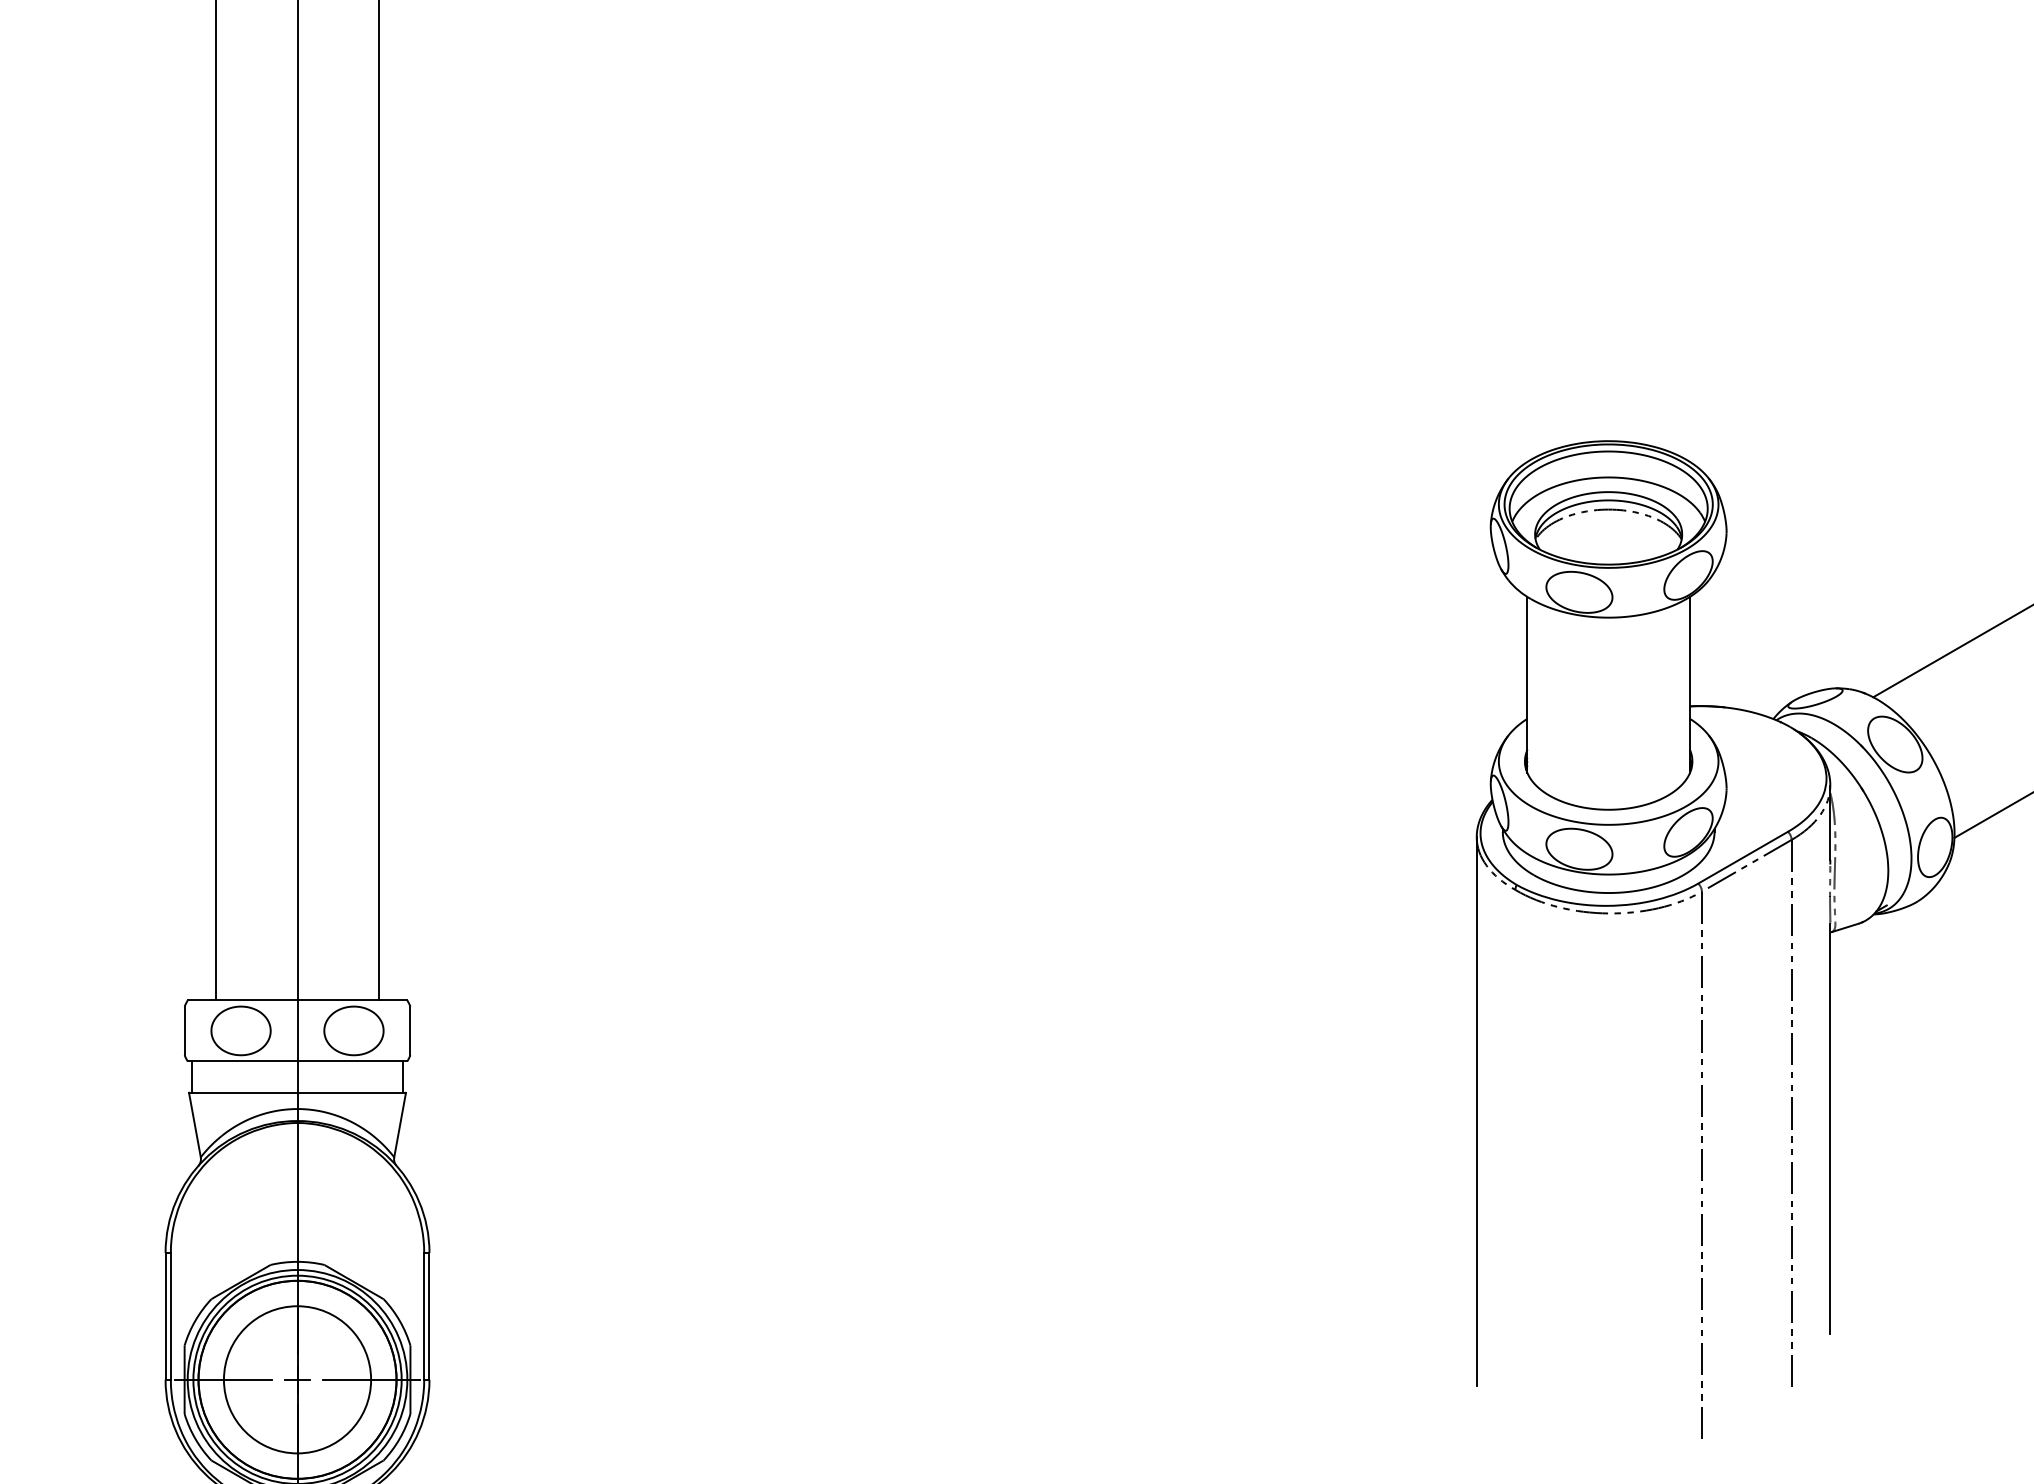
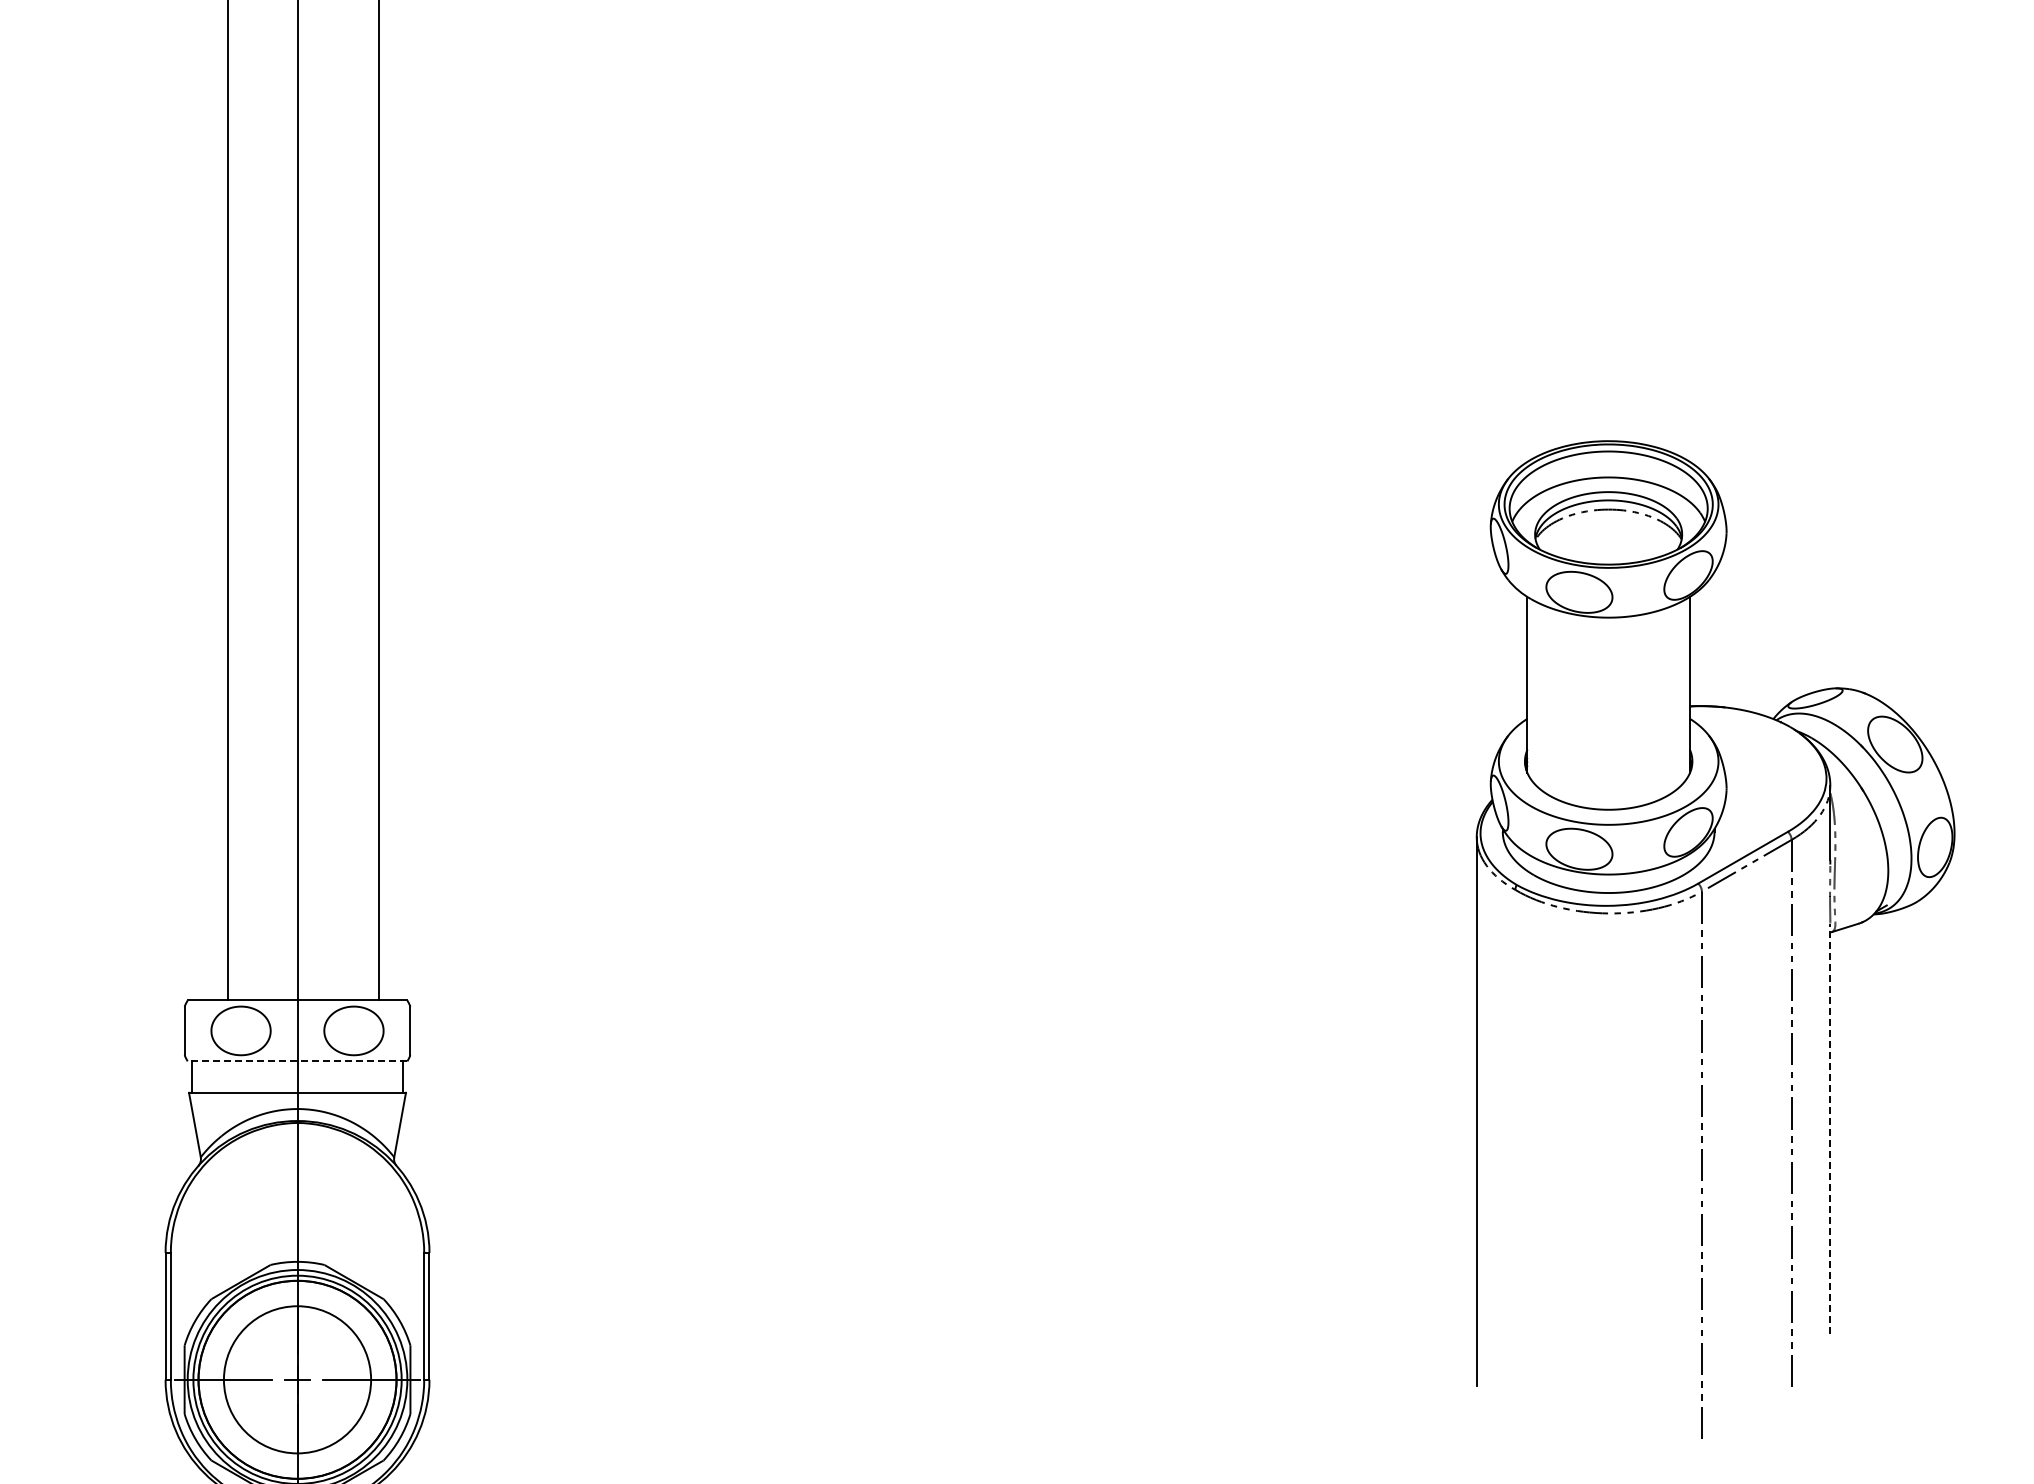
line at (216, 501) position: (216, 501) -> (228, 501)
line at (1951, 651): present -> none
line at (1992, 815): present -> none
line at (297, 1061): solid -> dashed
line at (1830, 1128): solid -> dashed
